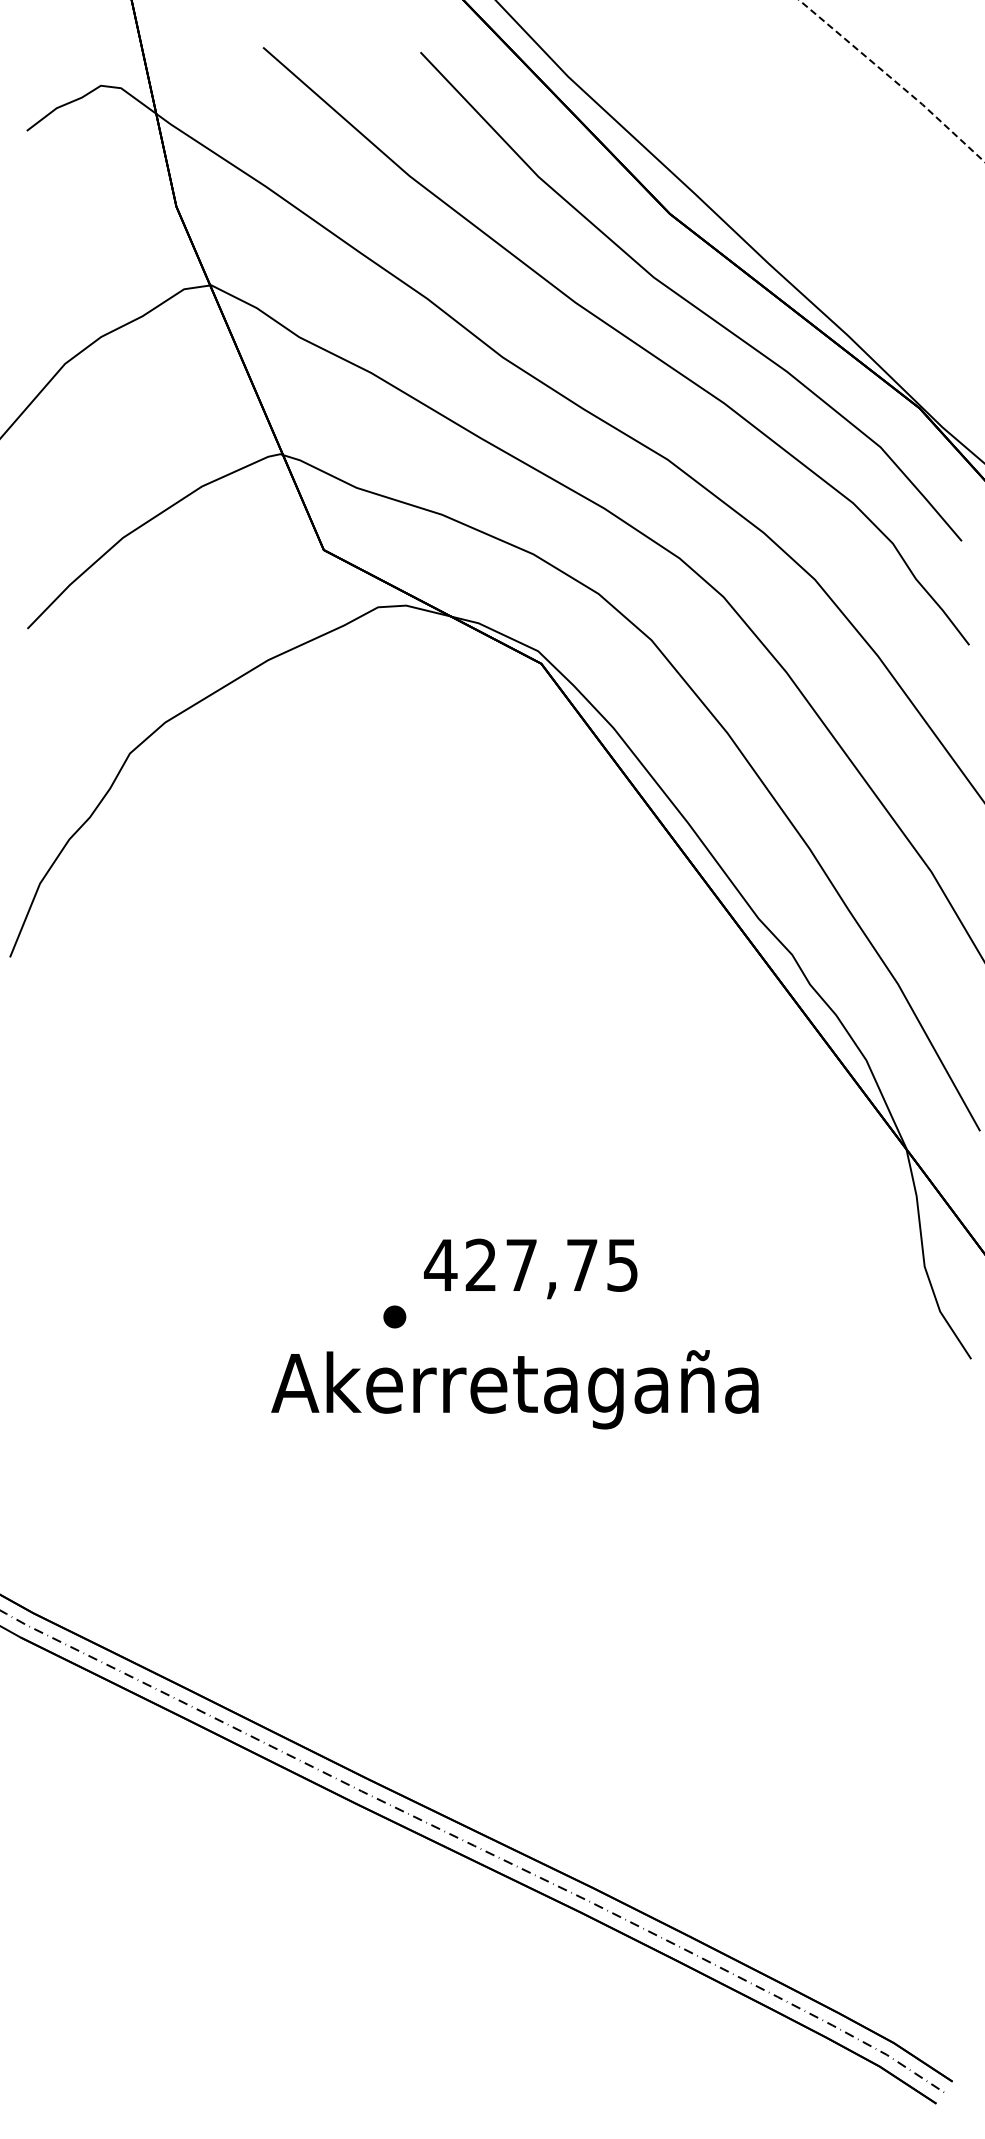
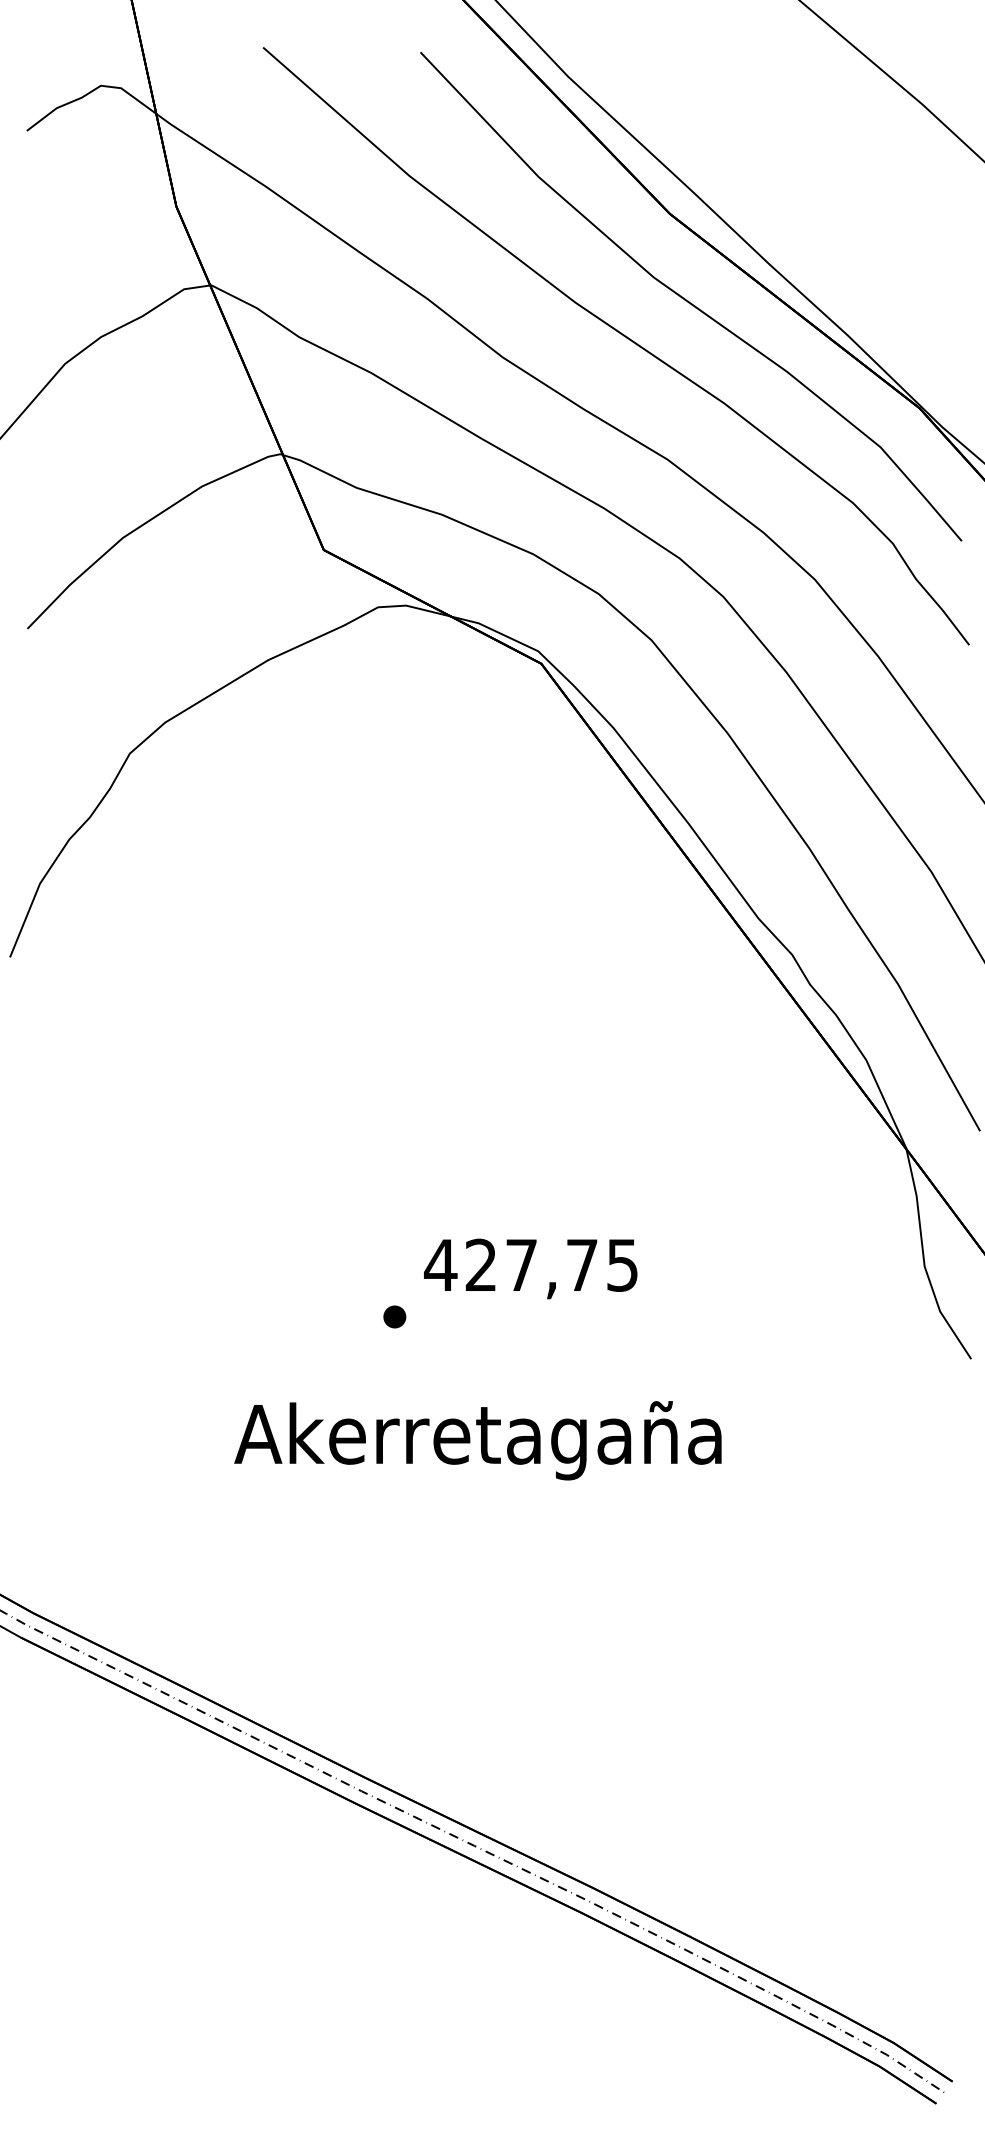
line at (893, 79): dashed -> solid
text at (514, 1389) position: (514, 1389) -> (477, 1440)
